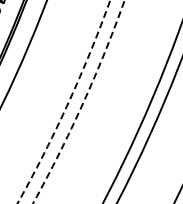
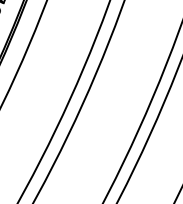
circle at (63, 101): dashed -> solid
circle at (78, 101): dashed -> solid
